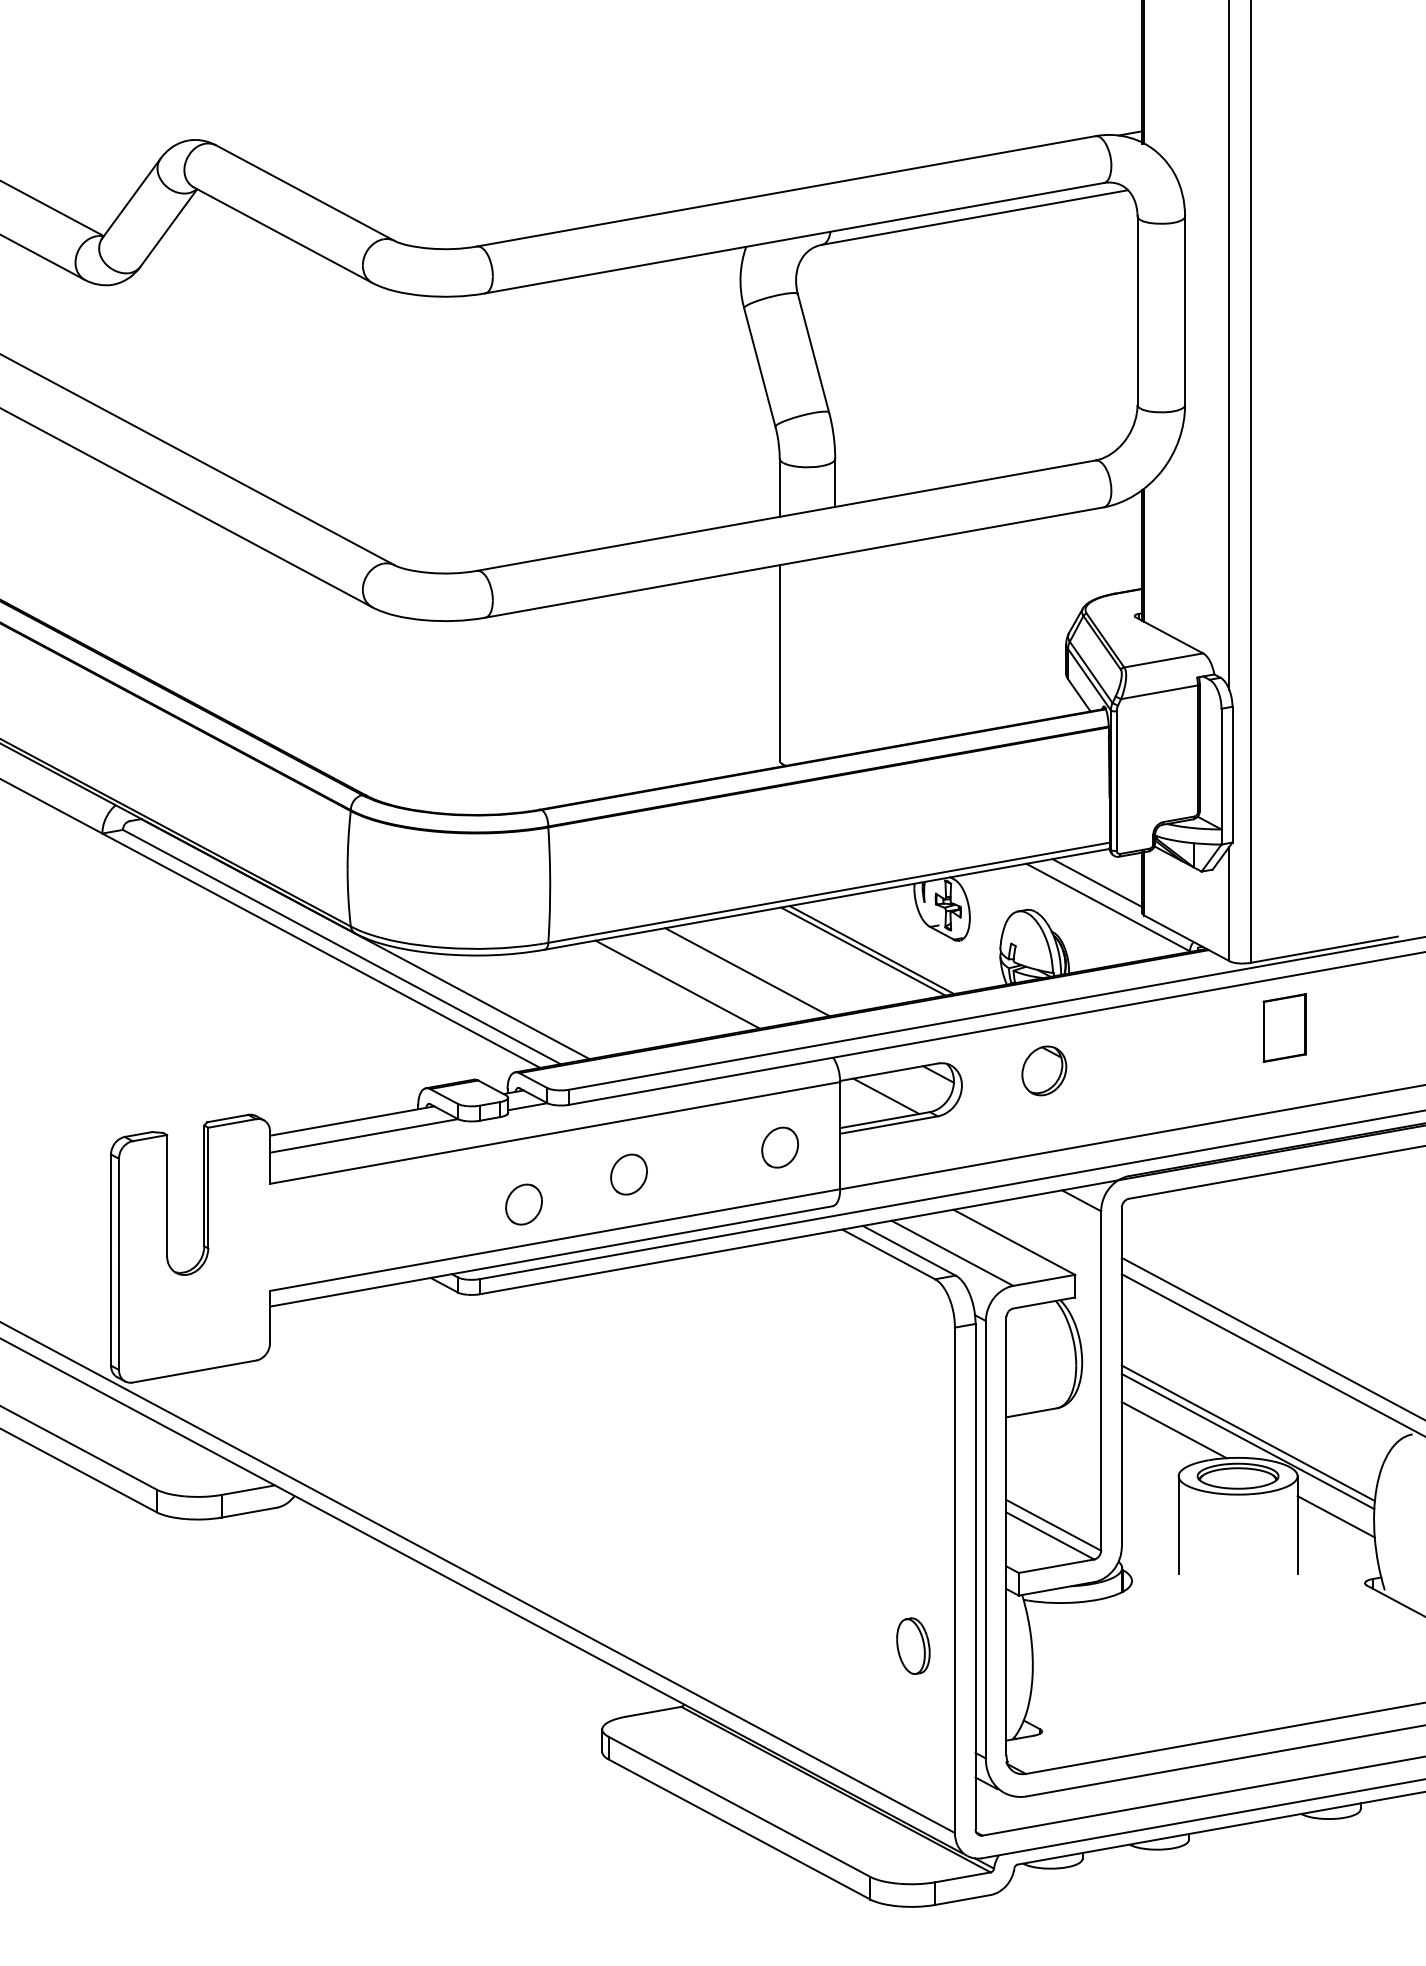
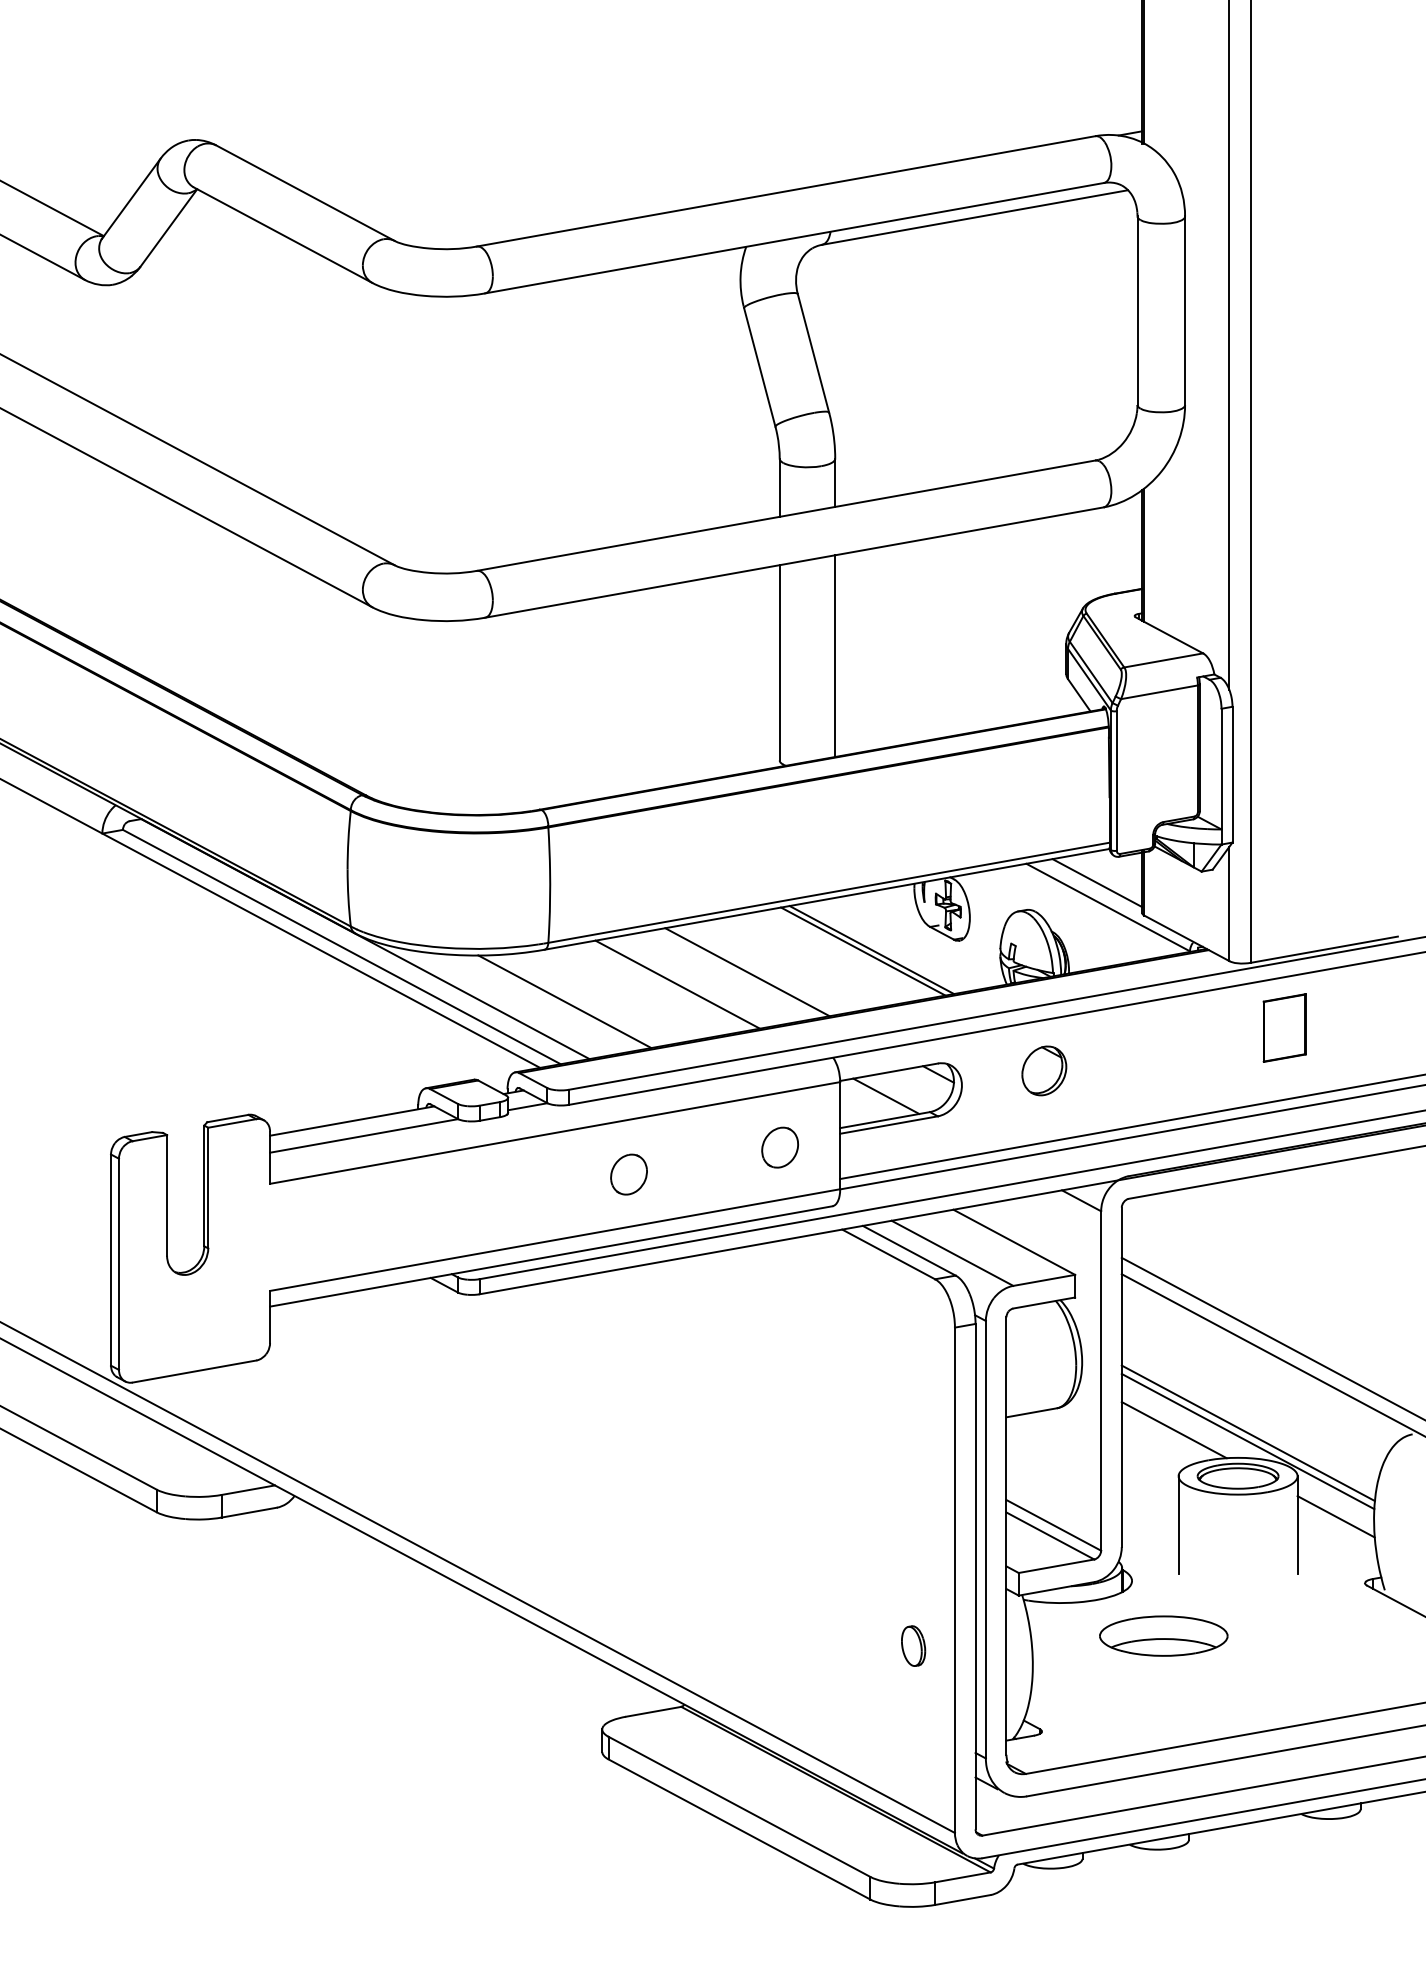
line at (835, 656): none -> present
line at (564, 1001): none -> present
line at (1131, 1127): none -> present
part at (523, 1204): present -> none
part at (1163, 1635): none -> present
part at (913, 1645) size: 35x58 px -> 26x42 px
